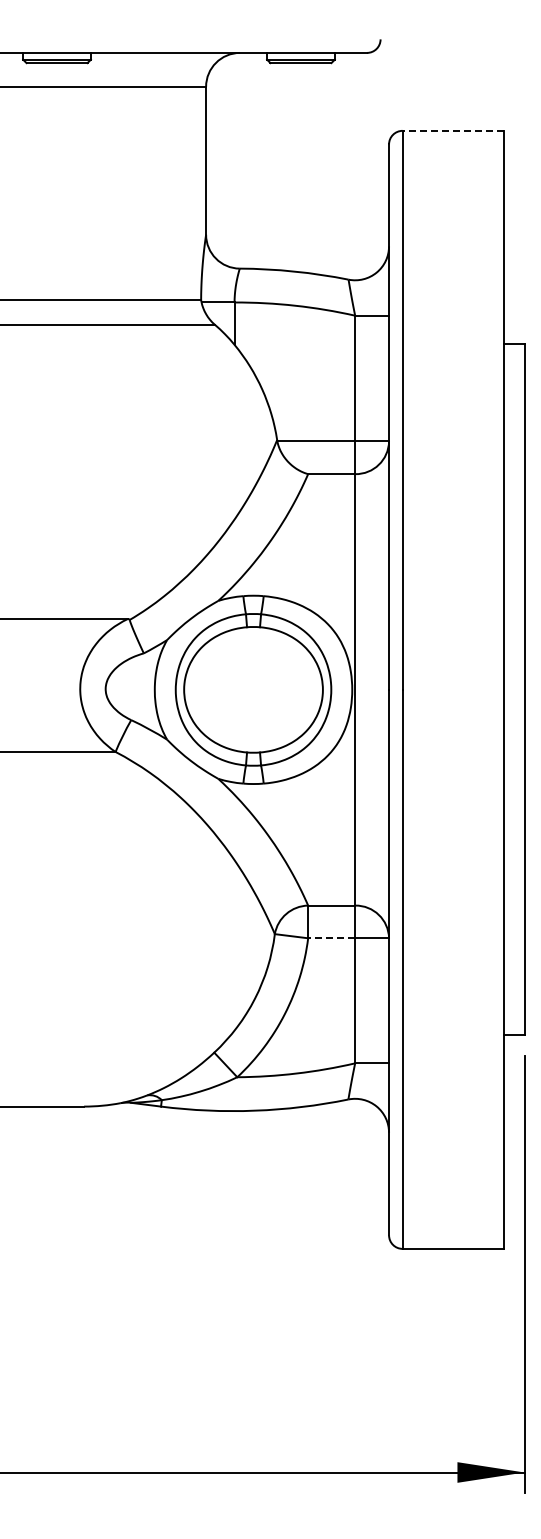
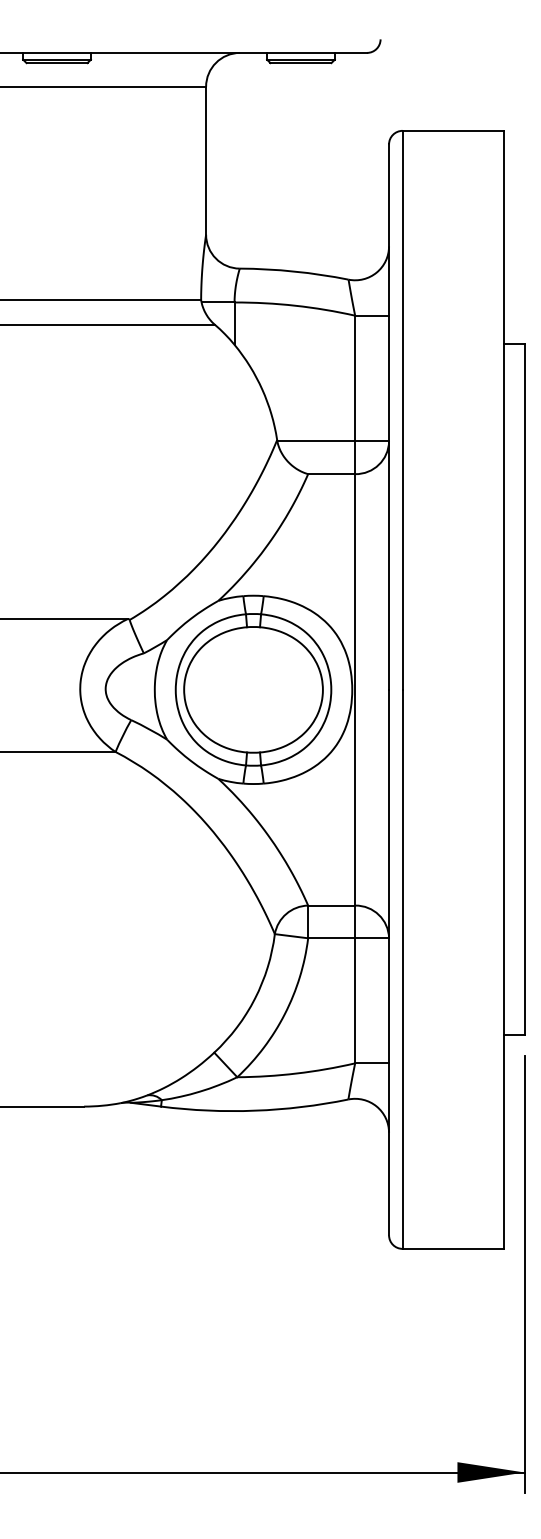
line at (453, 130): dashed -> solid
line at (331, 938): dashed -> solid
